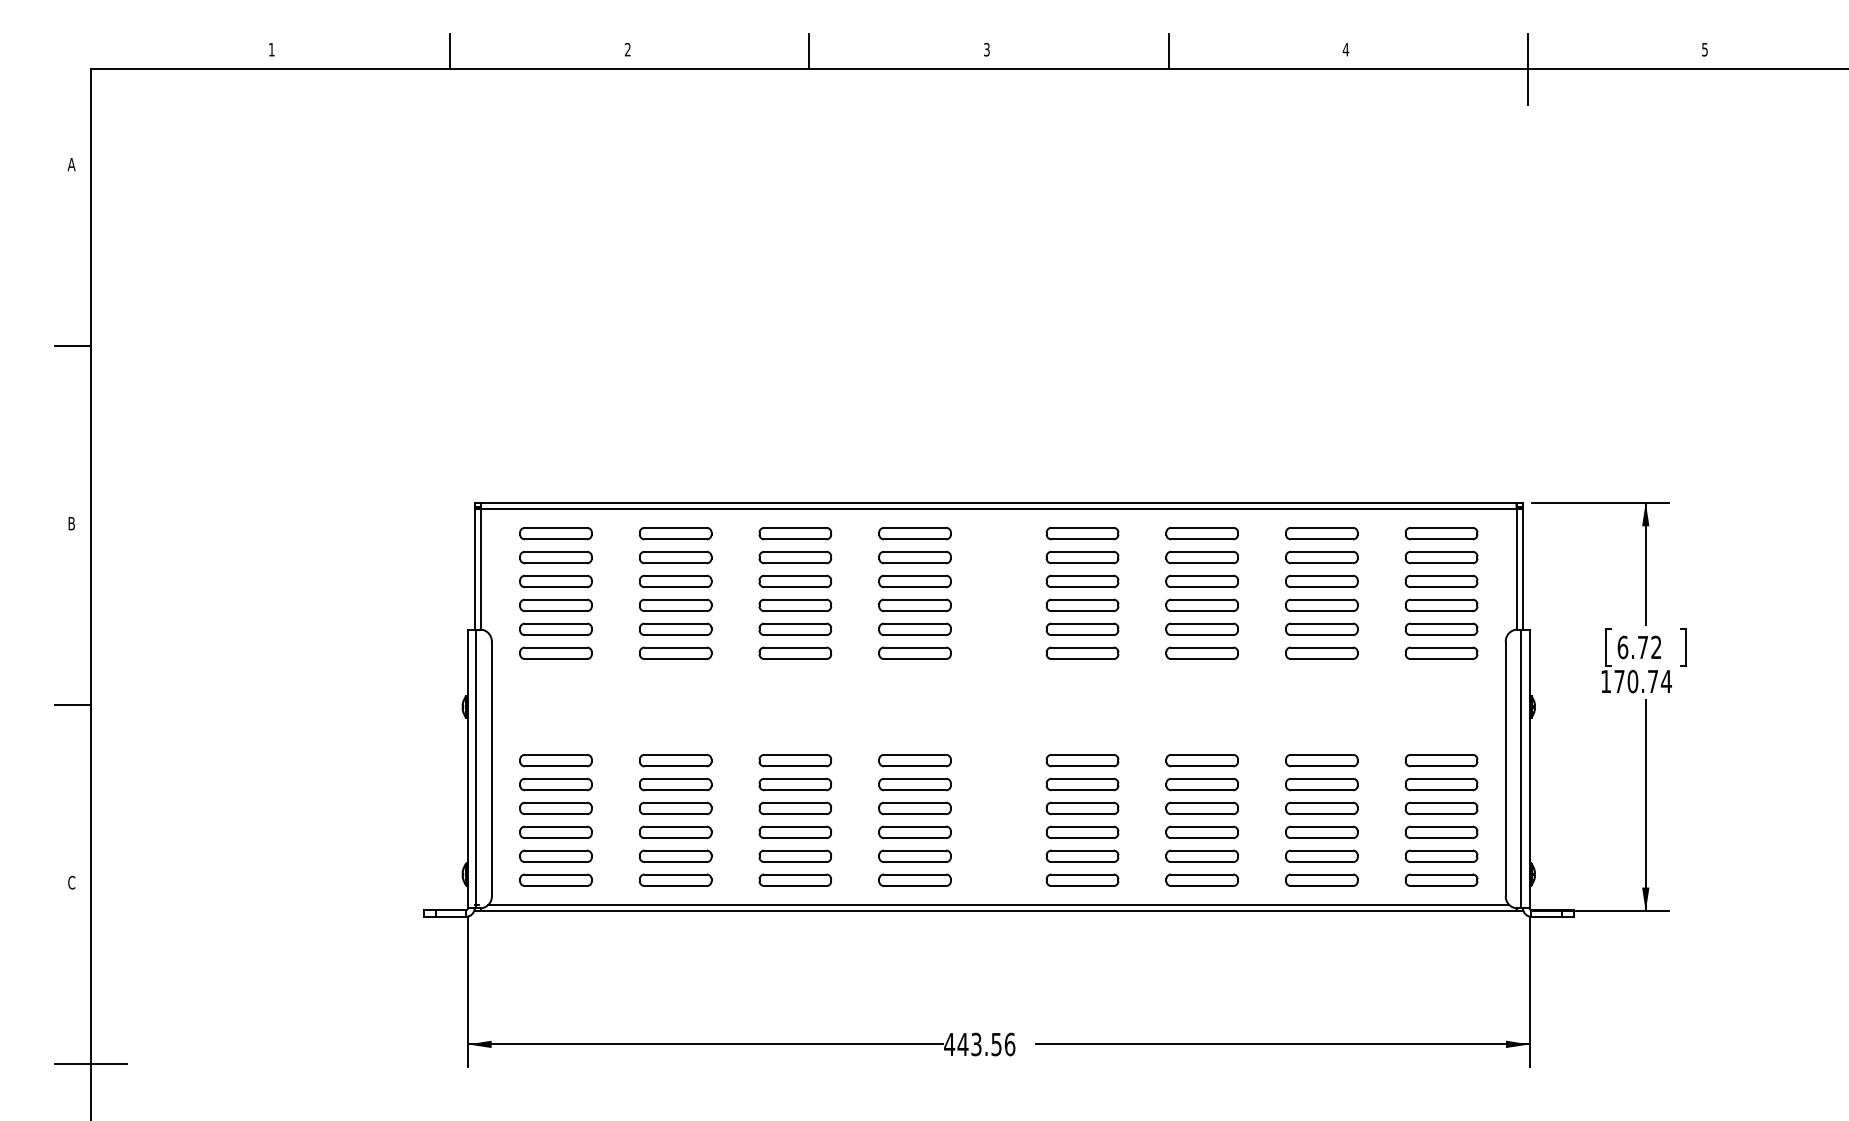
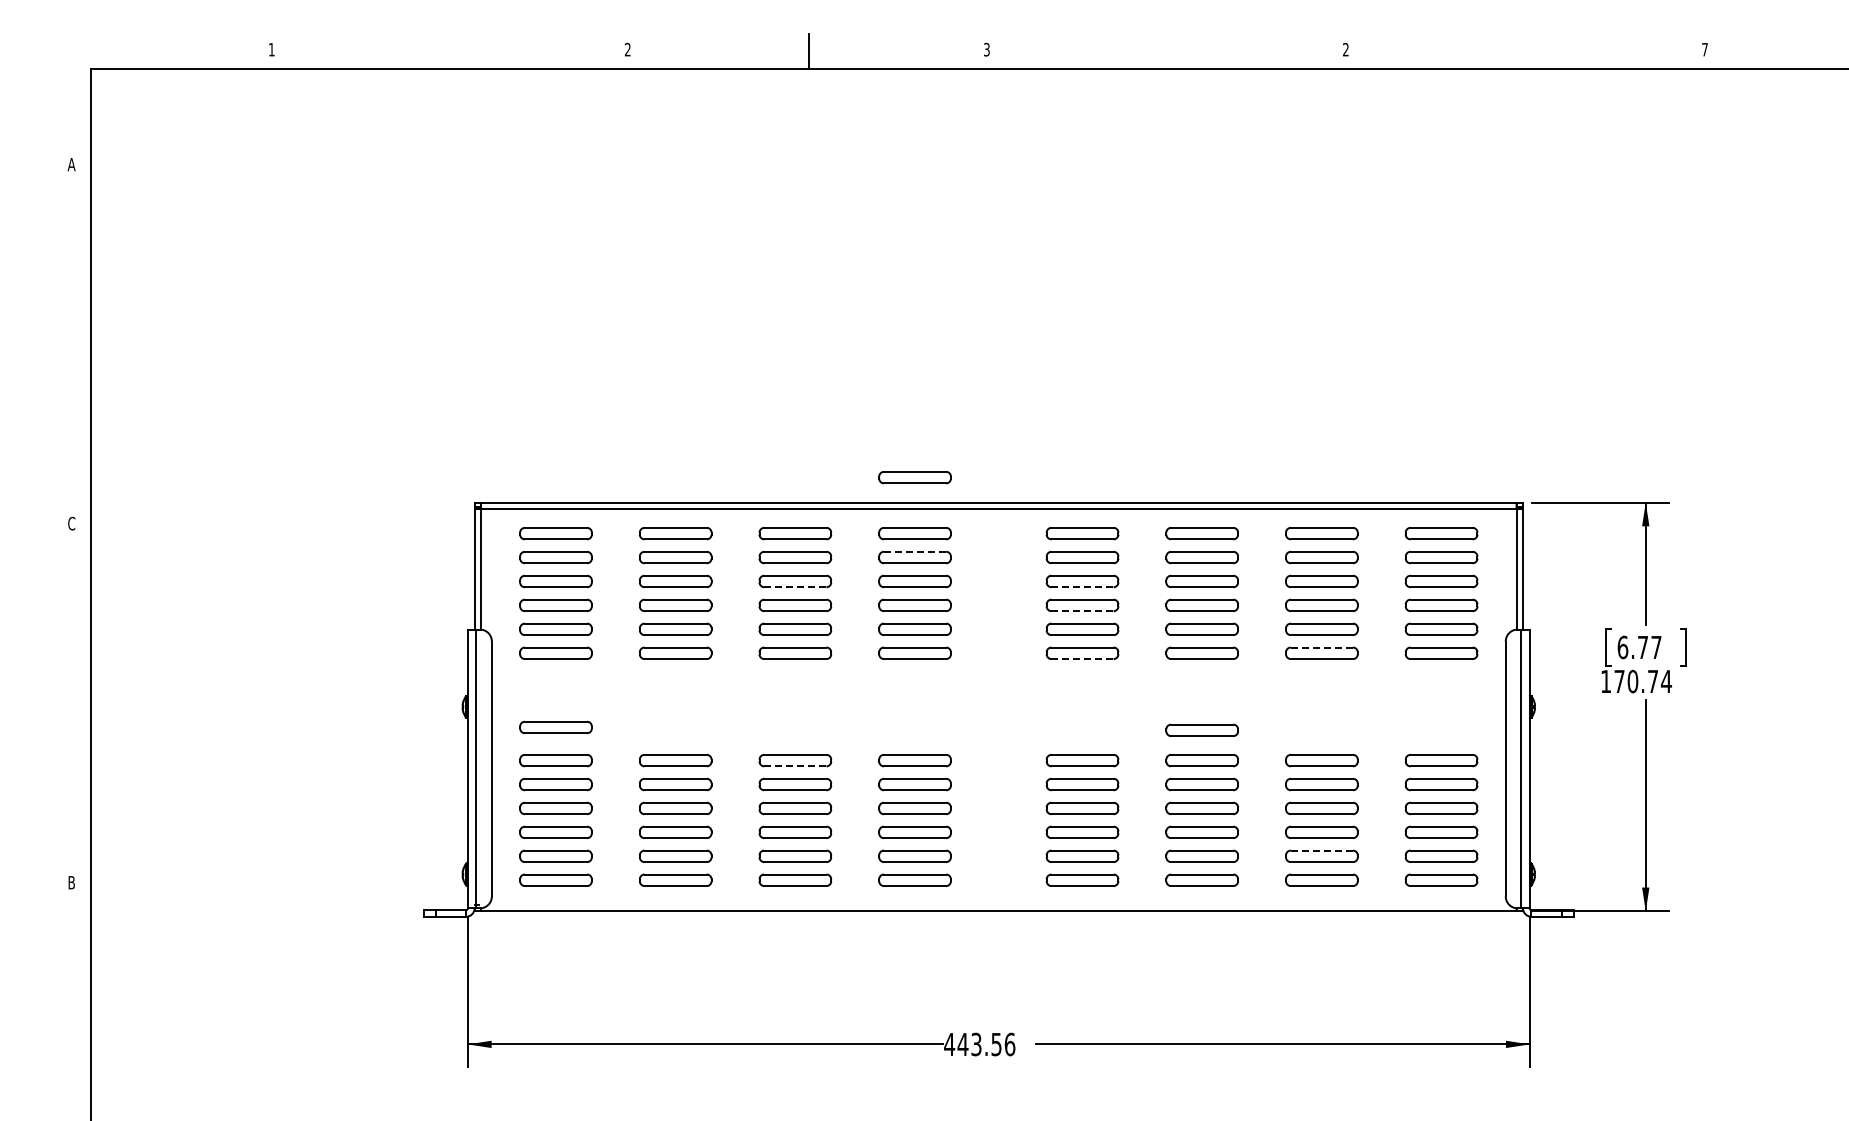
text at (1345, 49): 4 -> 2
text at (1704, 49): 5 -> 7
line at (450, 51): present -> none
line at (1168, 51): present -> none
line at (1527, 69): present -> none
line at (73, 345): present -> none
part at (914, 477): none -> present
text at (71, 523): B -> C
line at (915, 551): solid -> dashed
line at (794, 587): solid -> dashed
line at (1083, 587): solid -> dashed
line at (1083, 611): solid -> dashed
text at (1656, 646): 6.72 -> 6.77
line at (1321, 647): solid -> dashed
line at (1083, 659): solid -> dashed
line at (73, 704): present -> none
part at (555, 727): none -> present
part at (1201, 729): none -> present
line at (795, 766): solid -> dashed
line at (1322, 850): solid -> dashed
text at (71, 882): C -> B
line at (998, 904): present -> none
line at (91, 1064): present -> none
